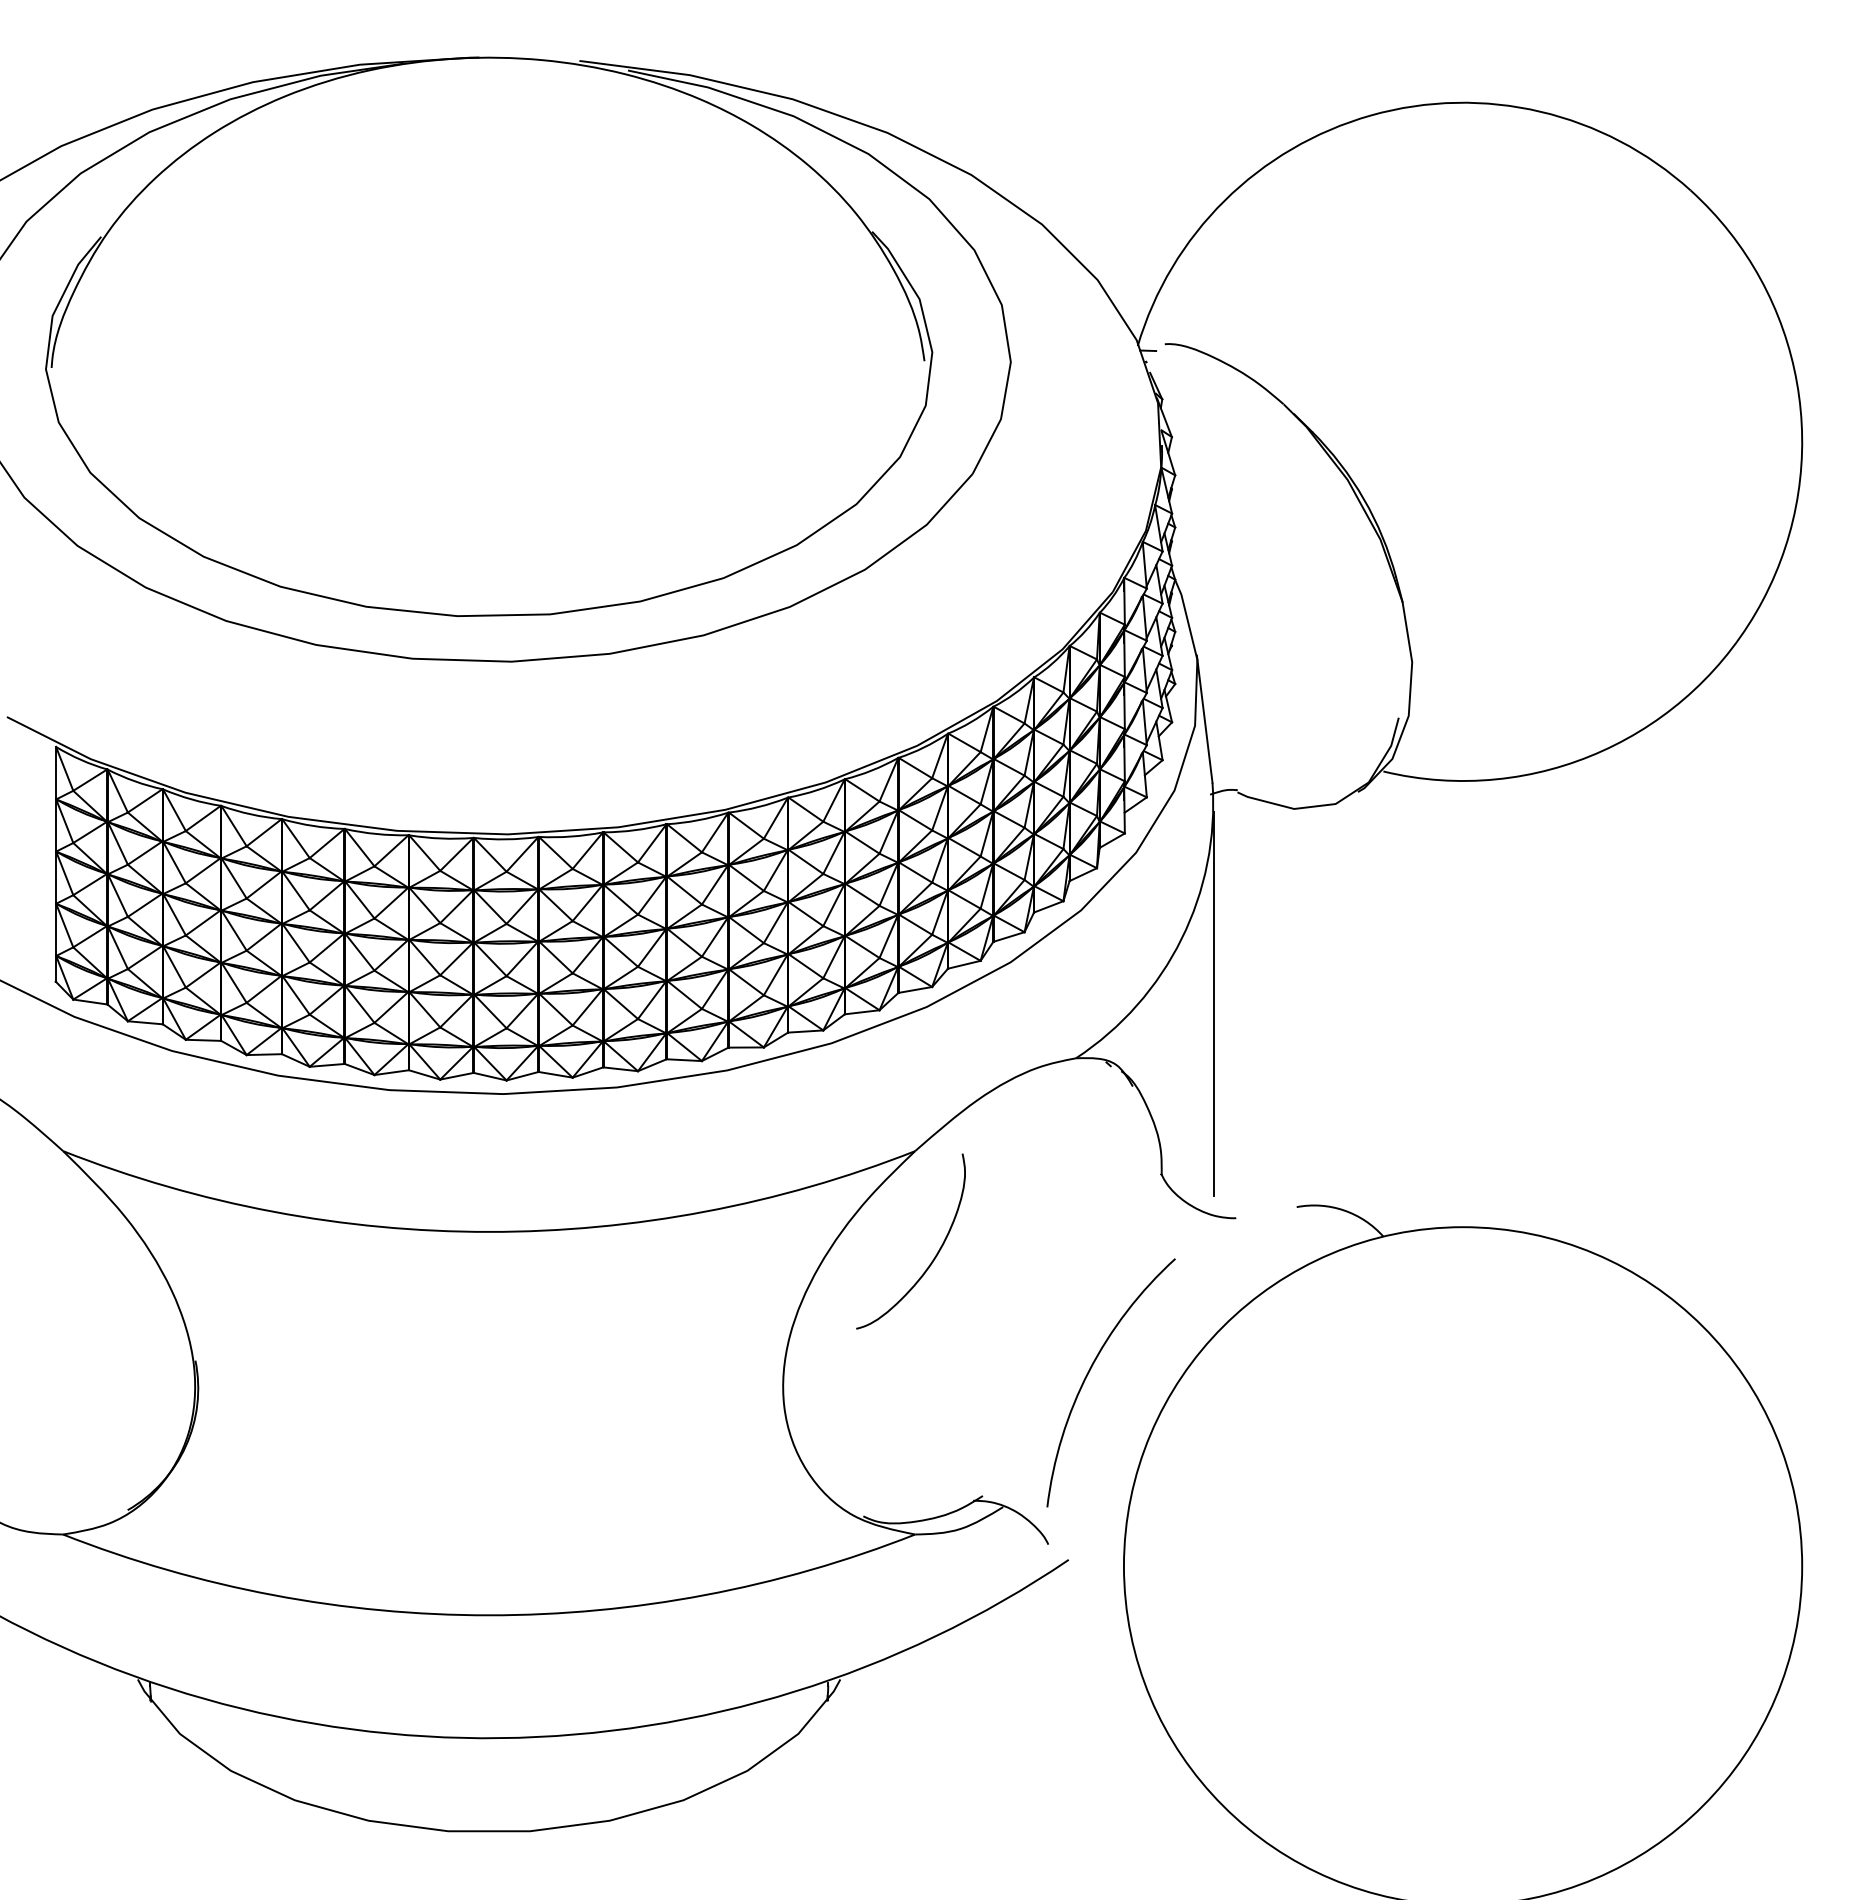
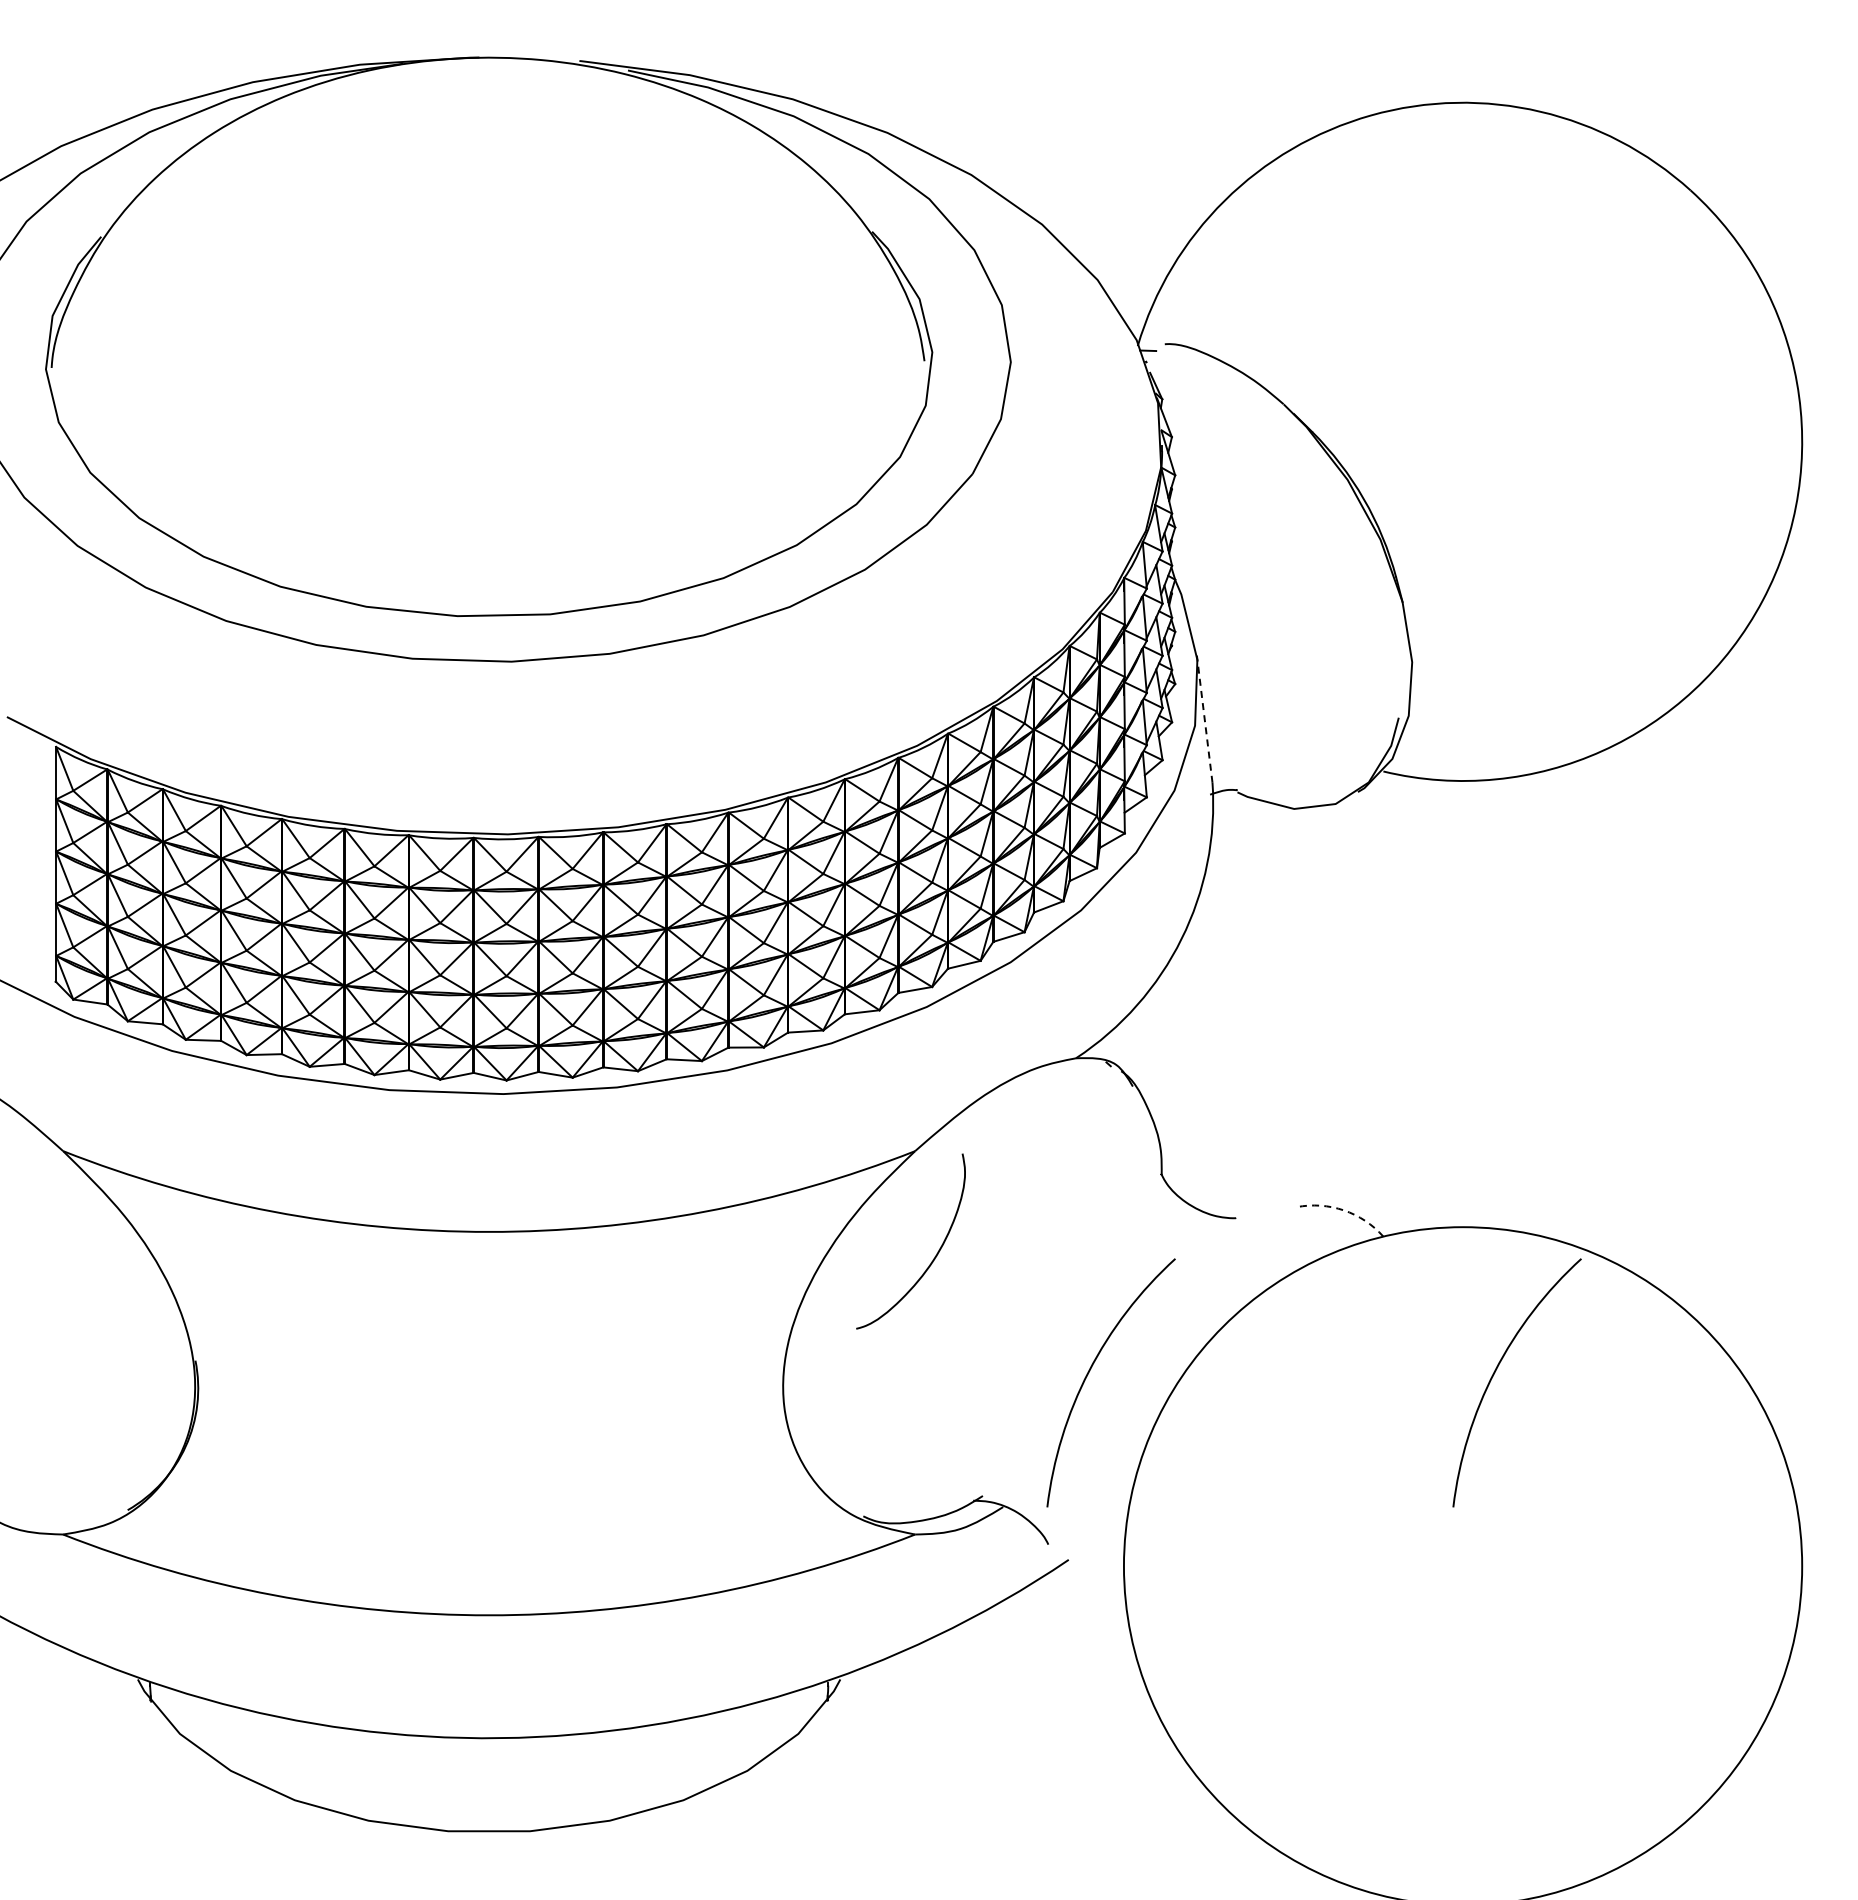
line at (1204, 718): solid -> dashed
line at (1214, 1003): present -> none
arc at (1343, 1210): solid -> dashed
arc at (1497, 1369): none -> present
